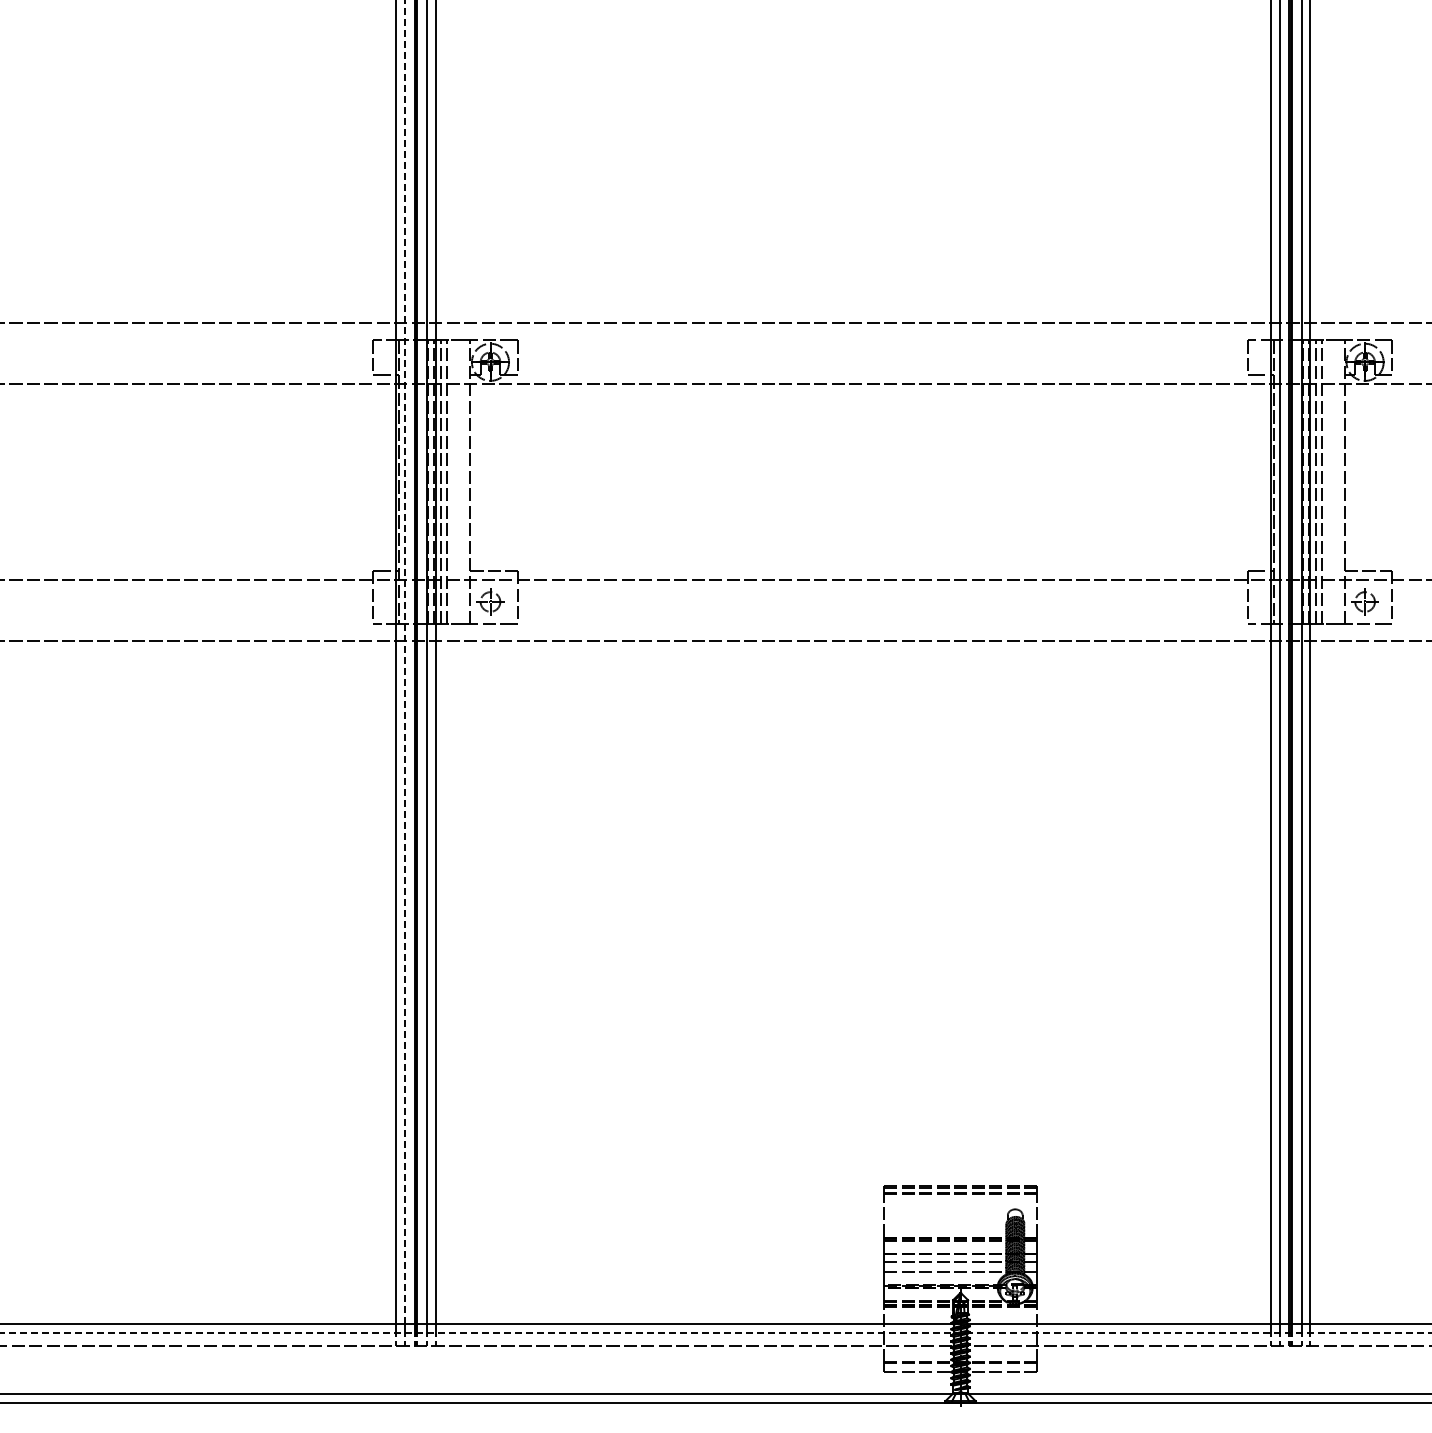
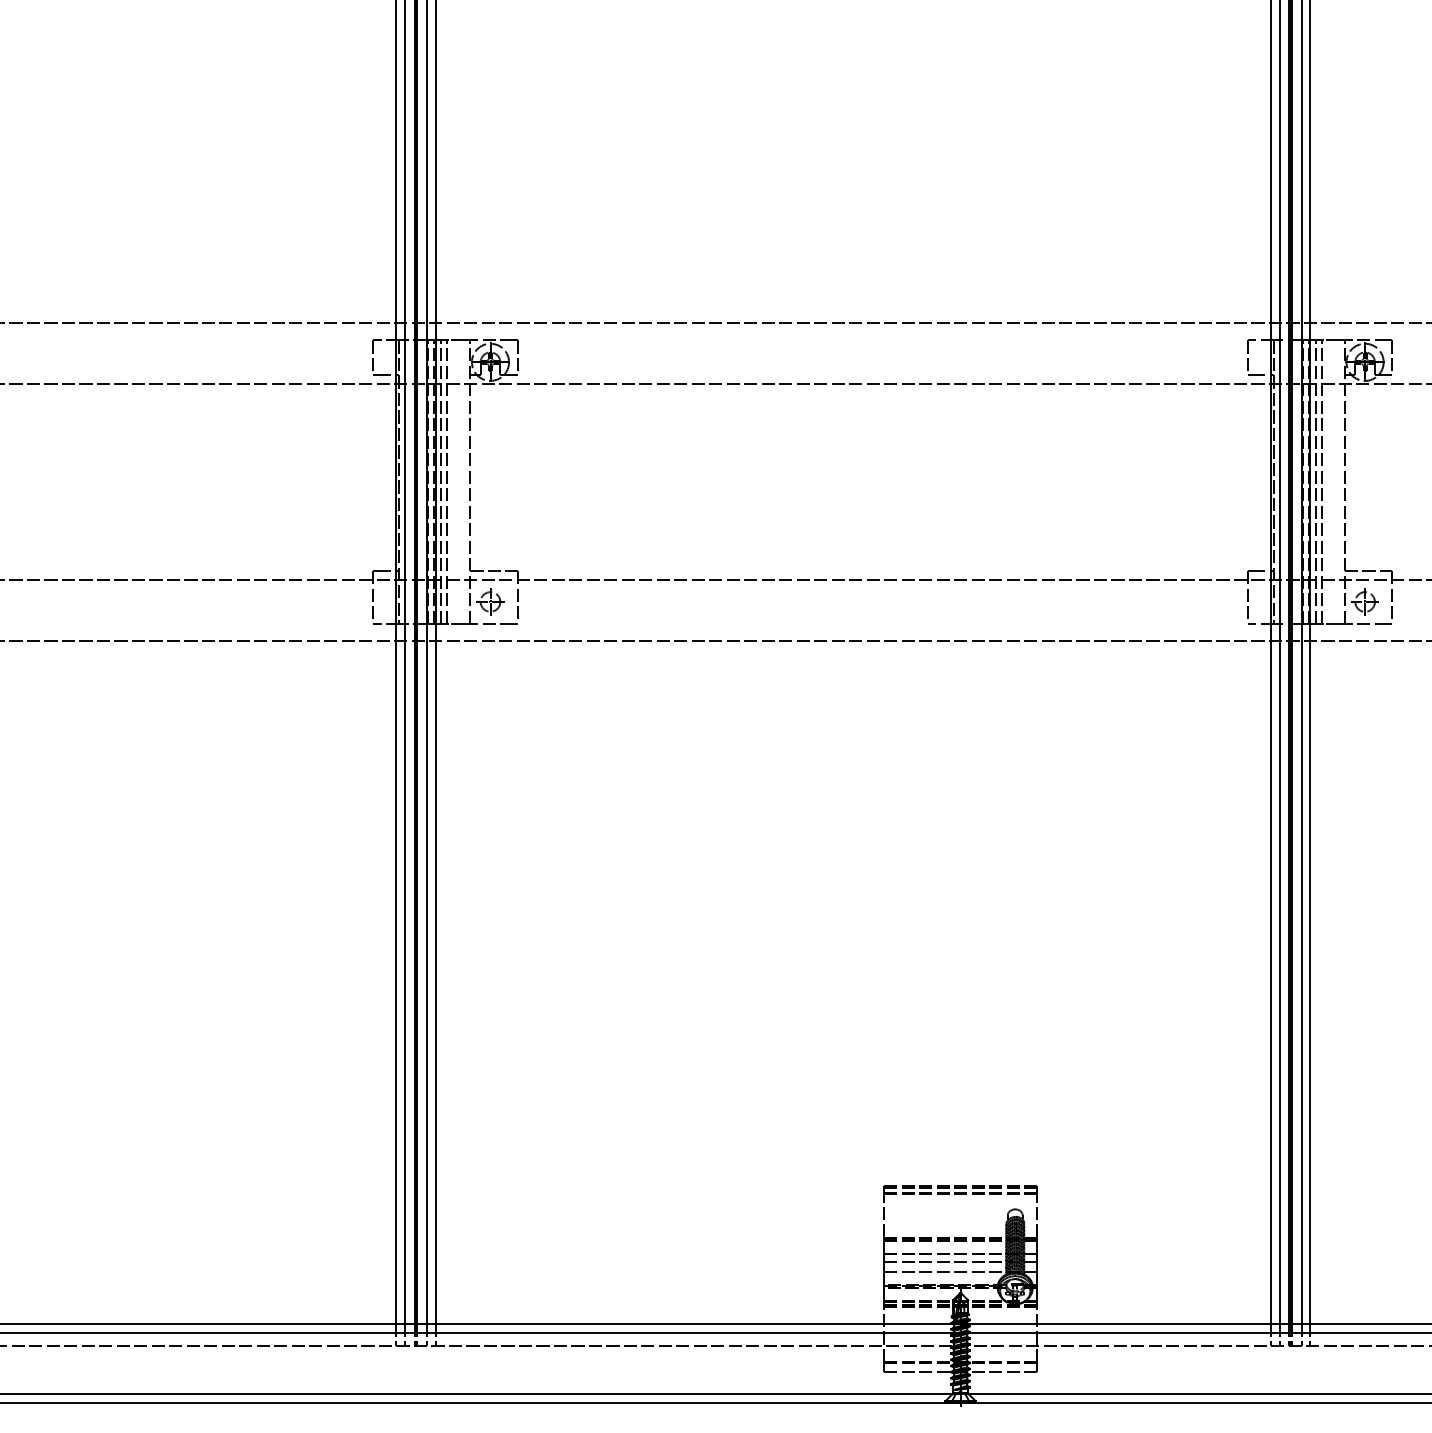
line at (405, 662): dashed -> solid
line at (716, 1332): dashed -> solid
